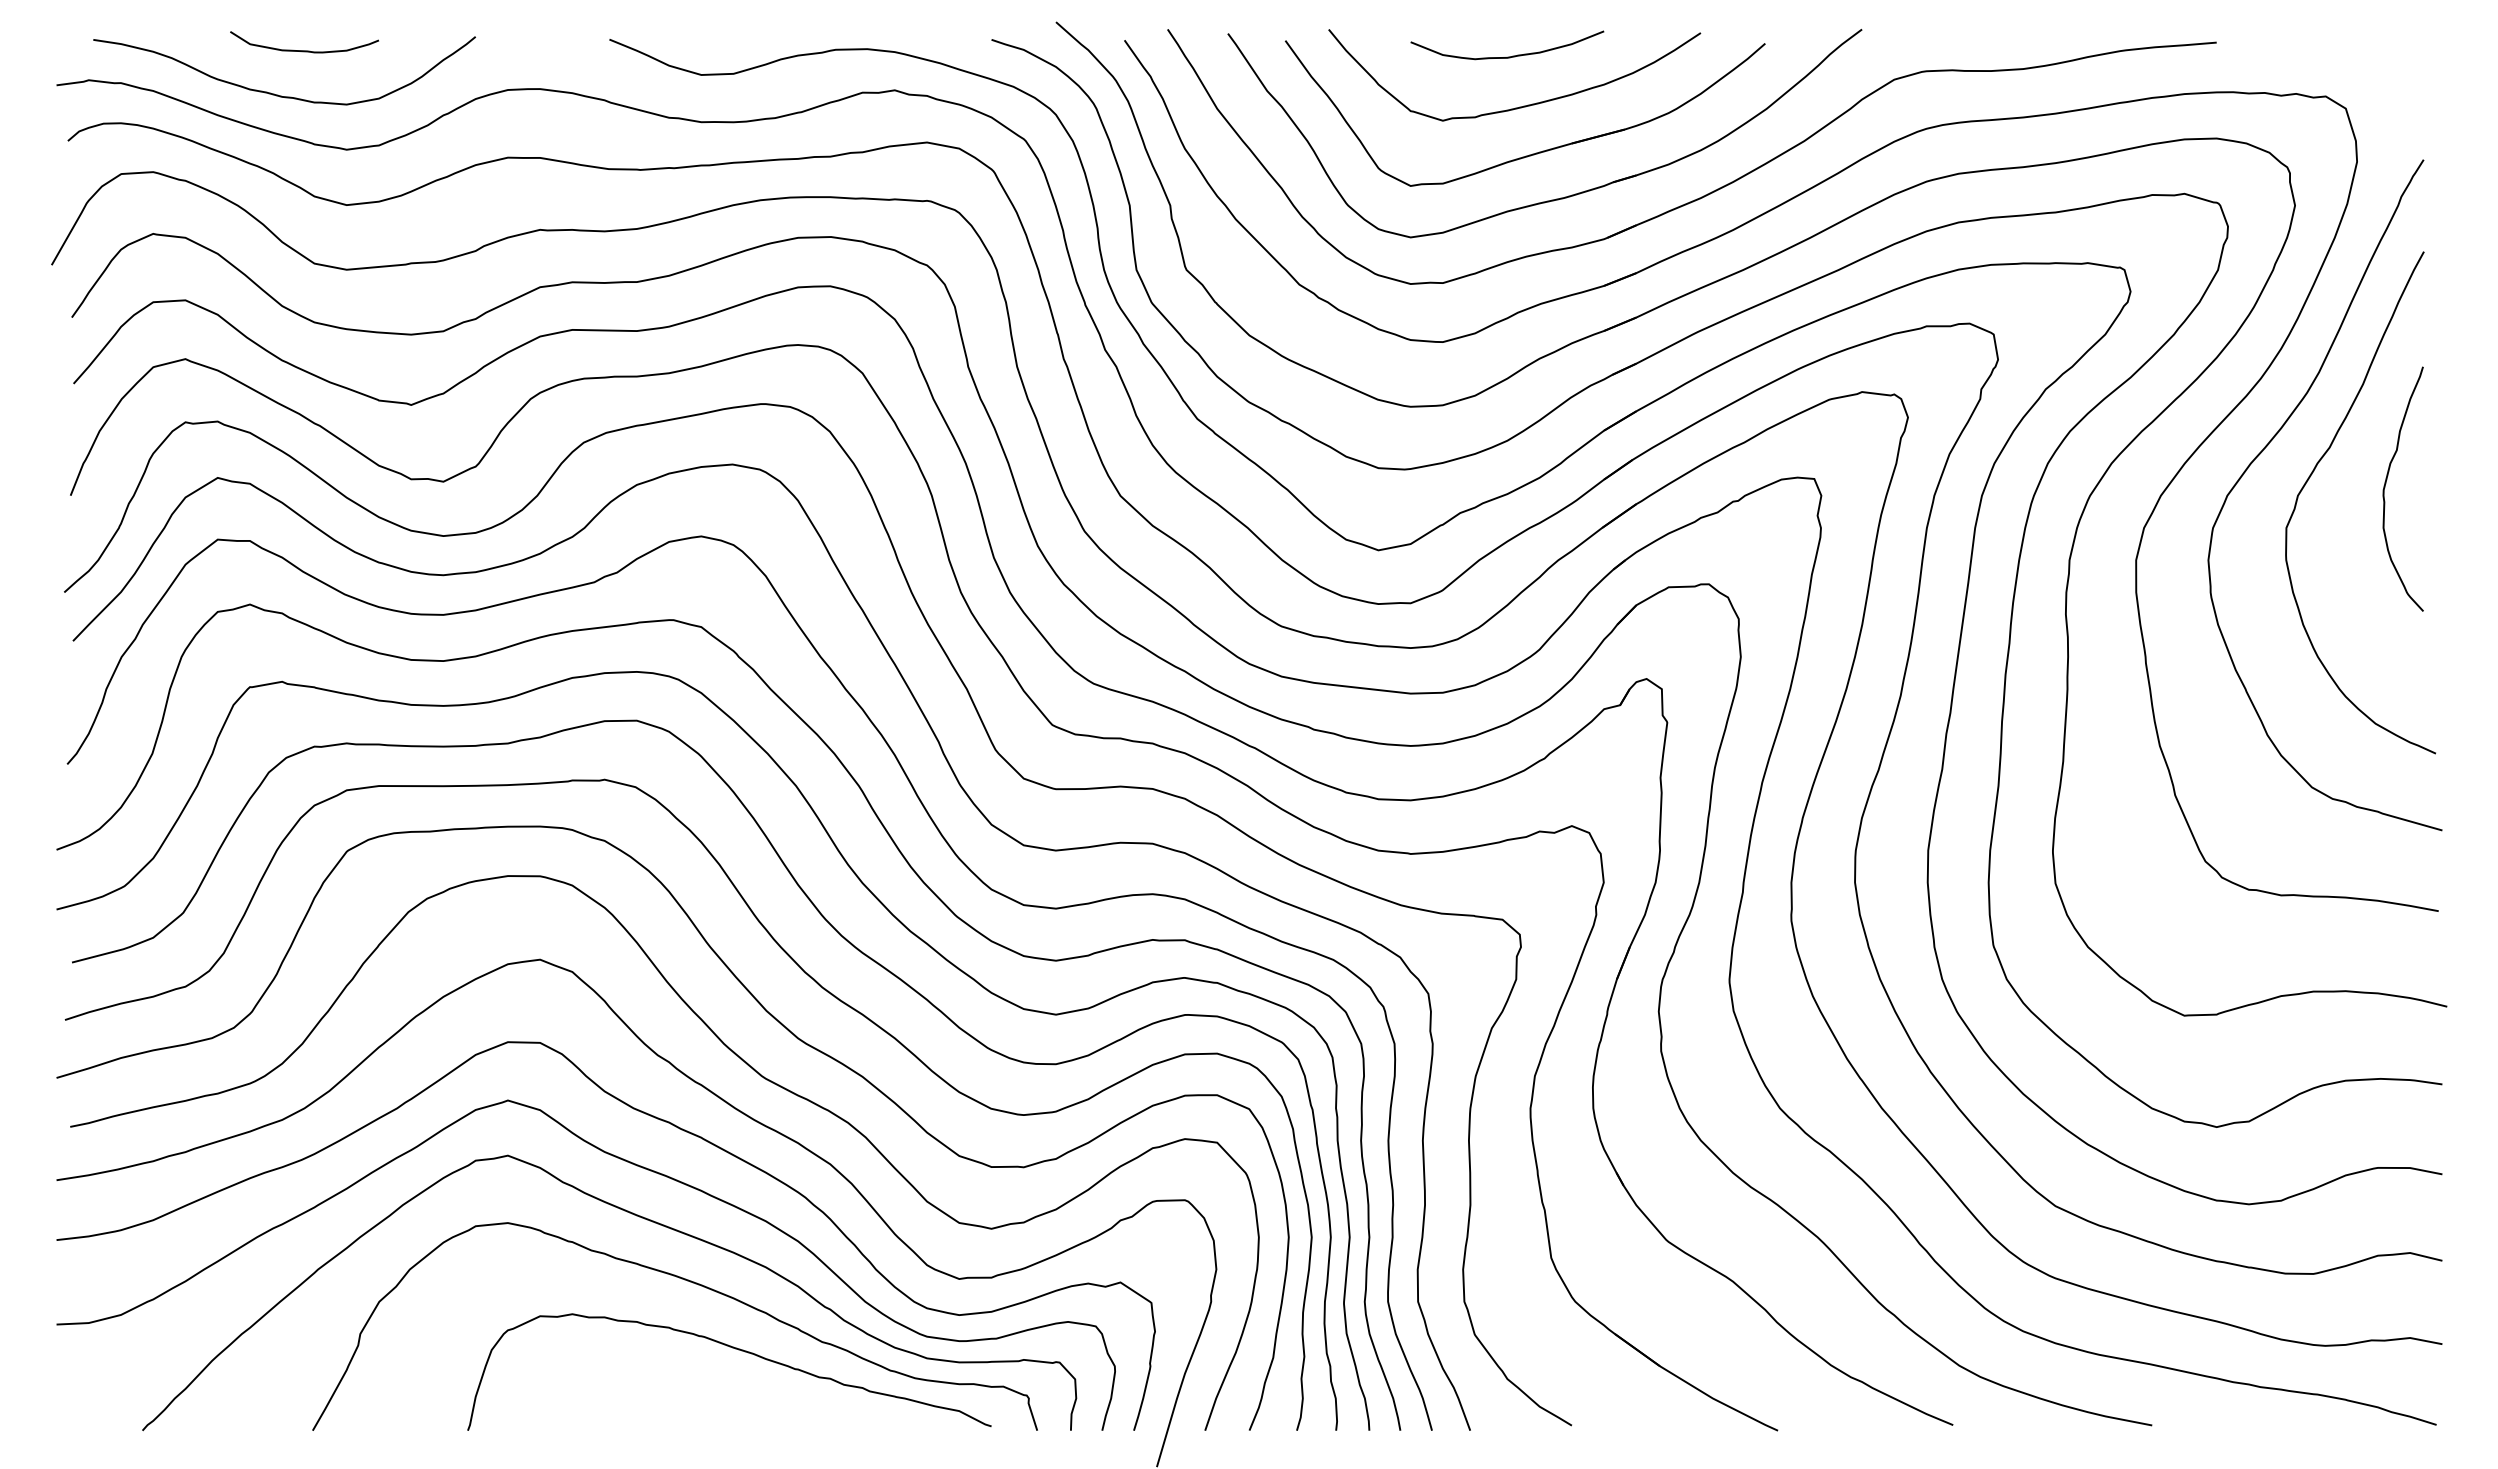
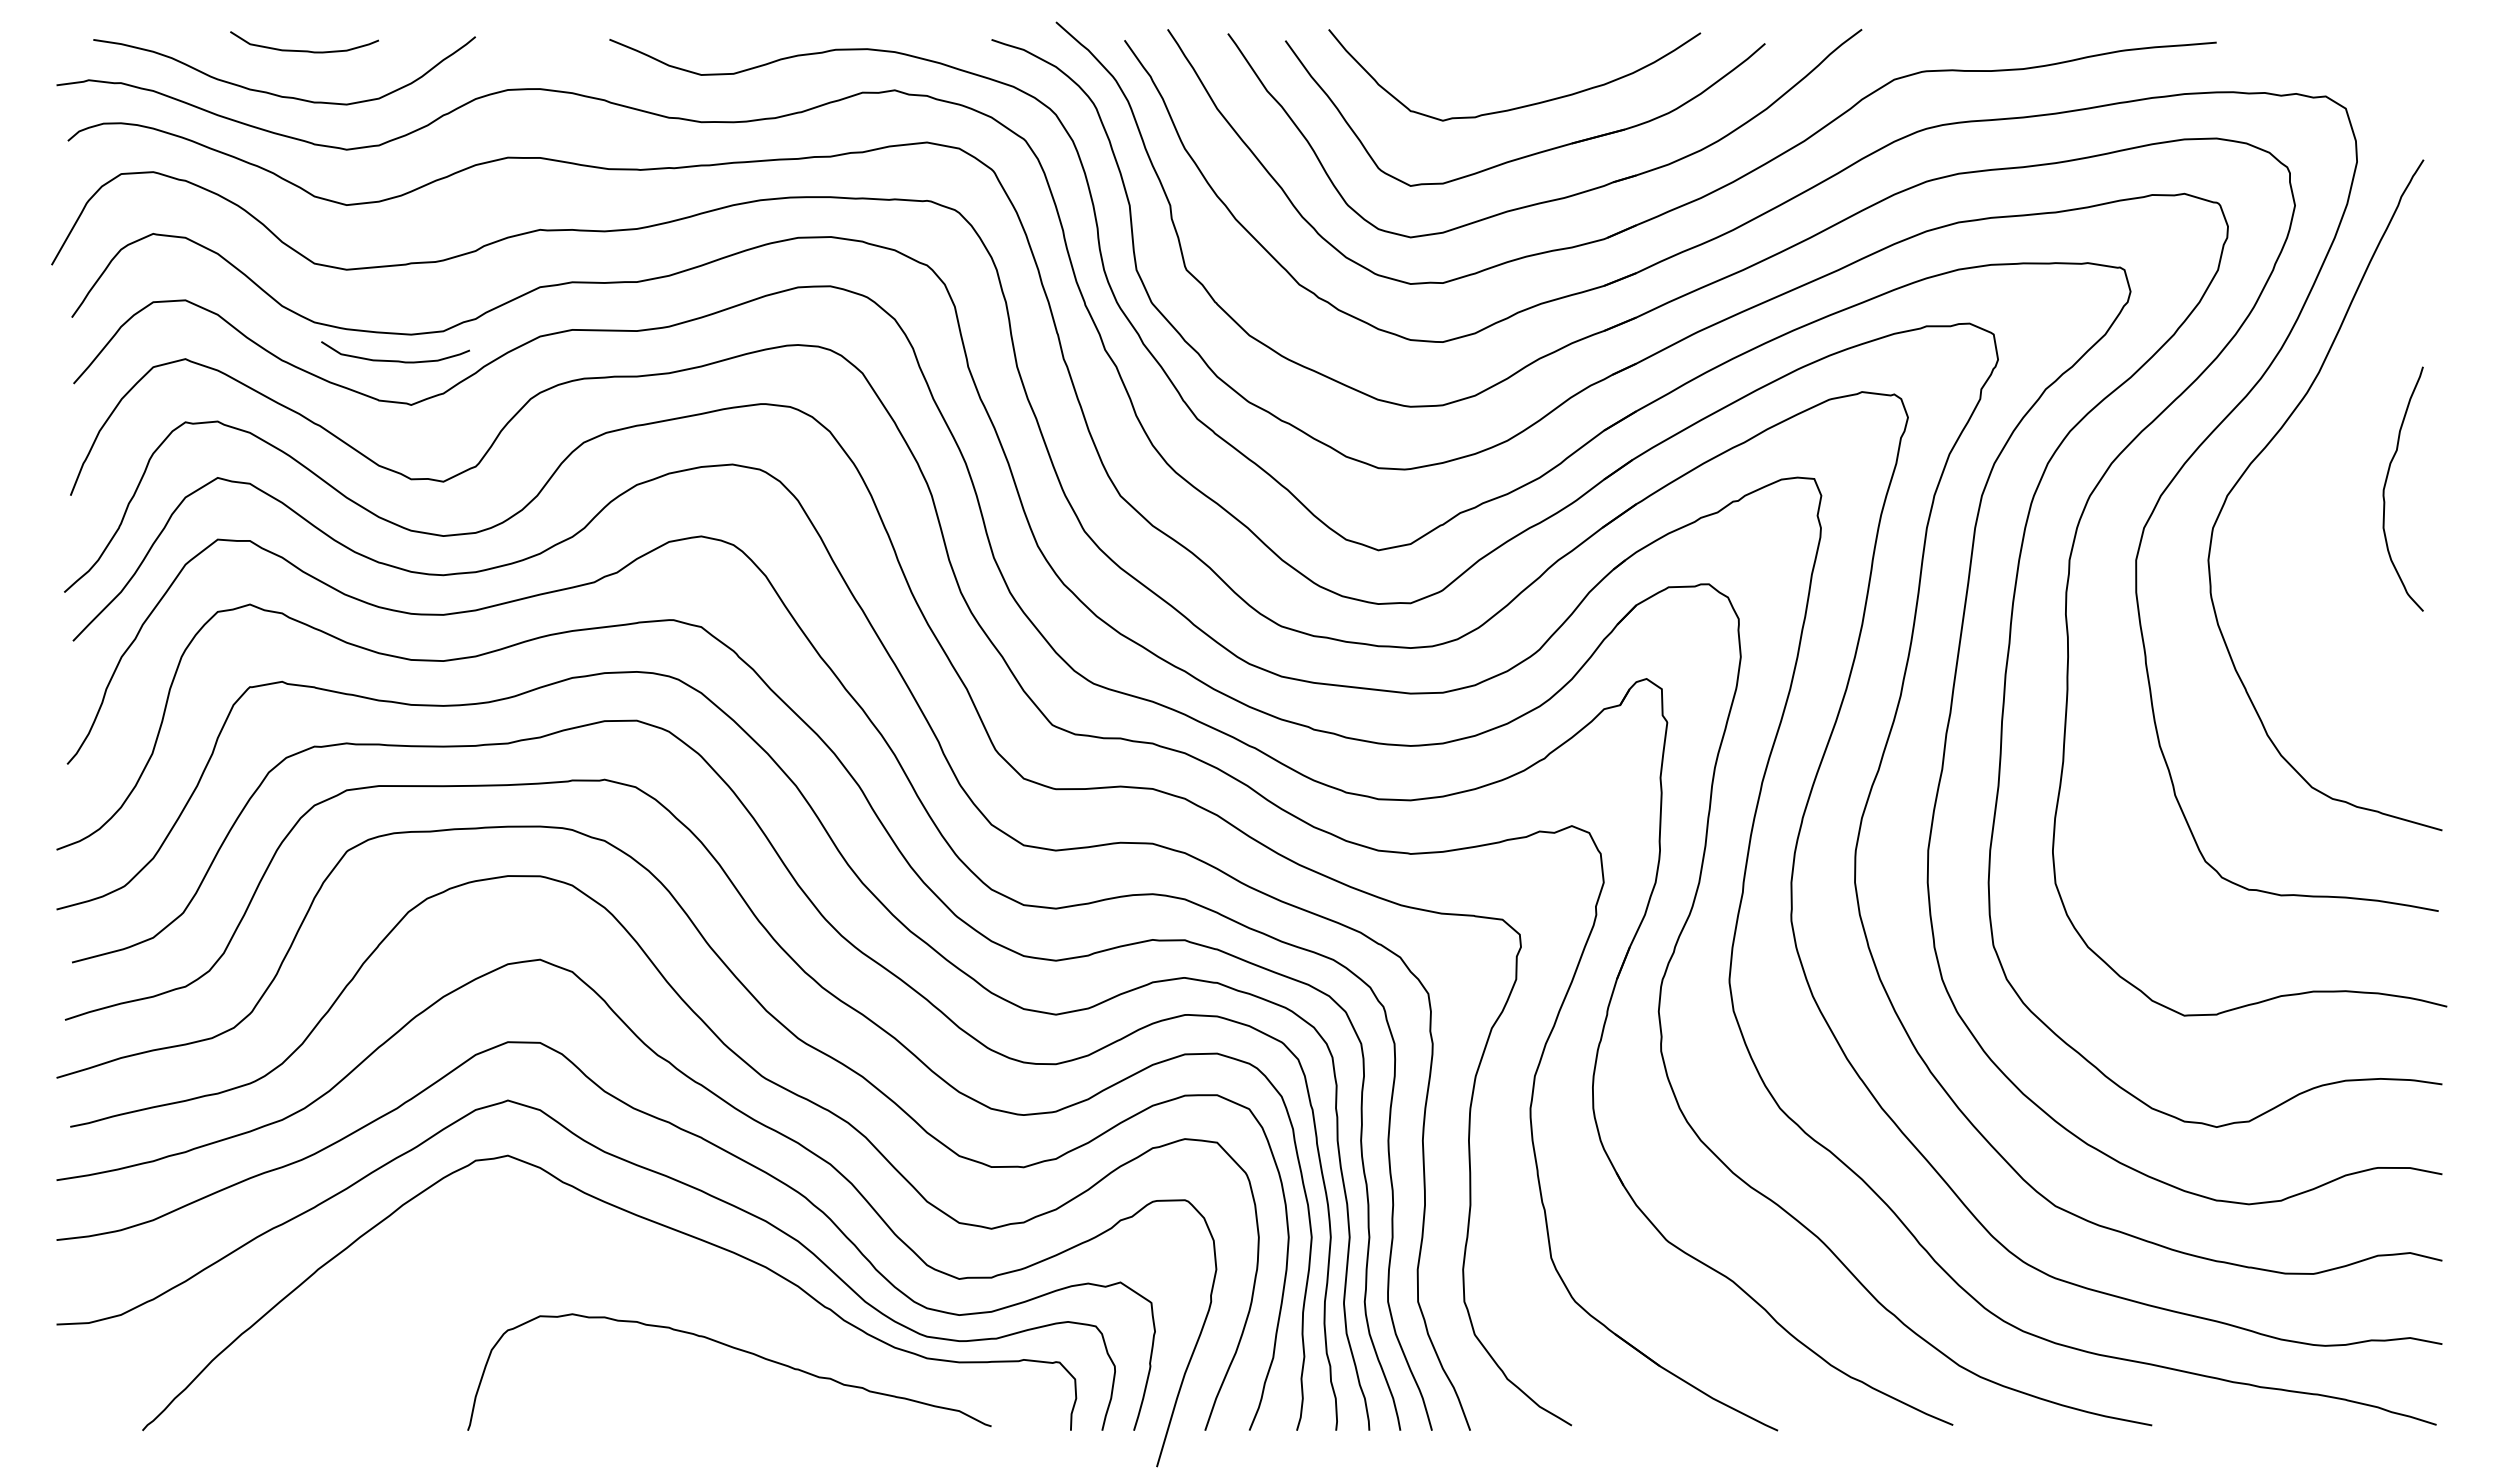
curve at (1507, 56): present -> none
curve at (395, 360): none -> present
curve at (2314, 471): present -> none
curve at (692, 1283): present -> none
